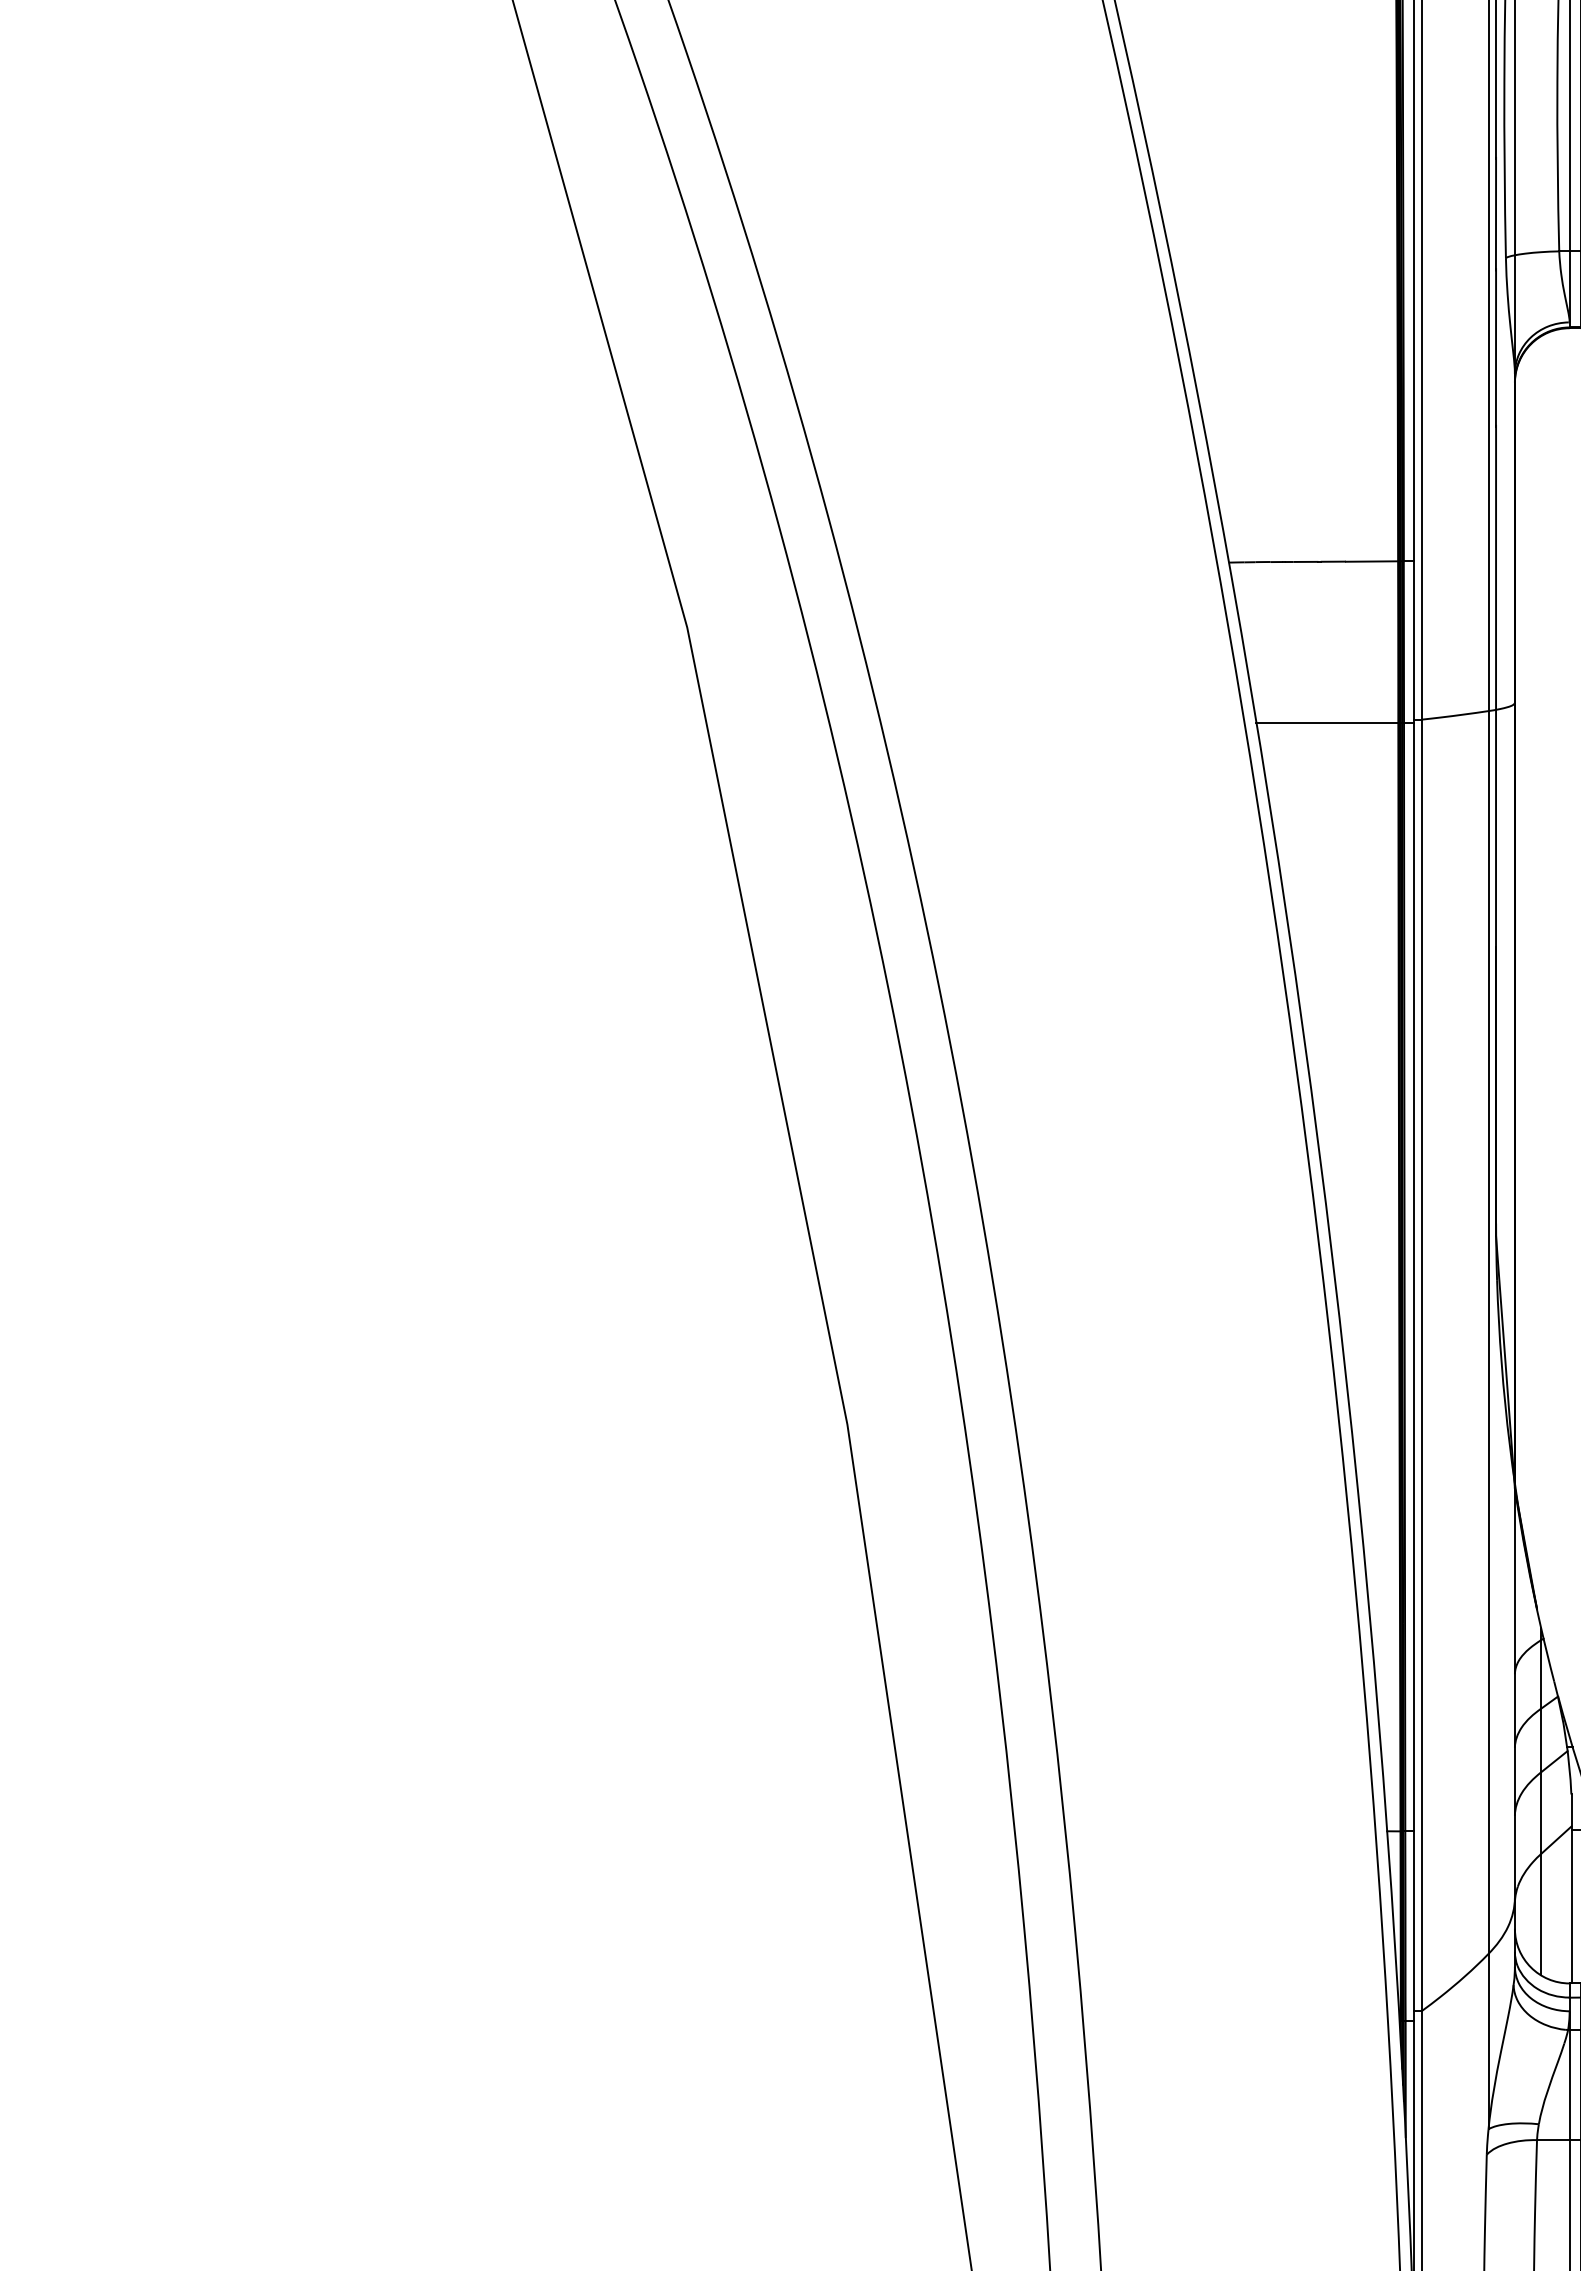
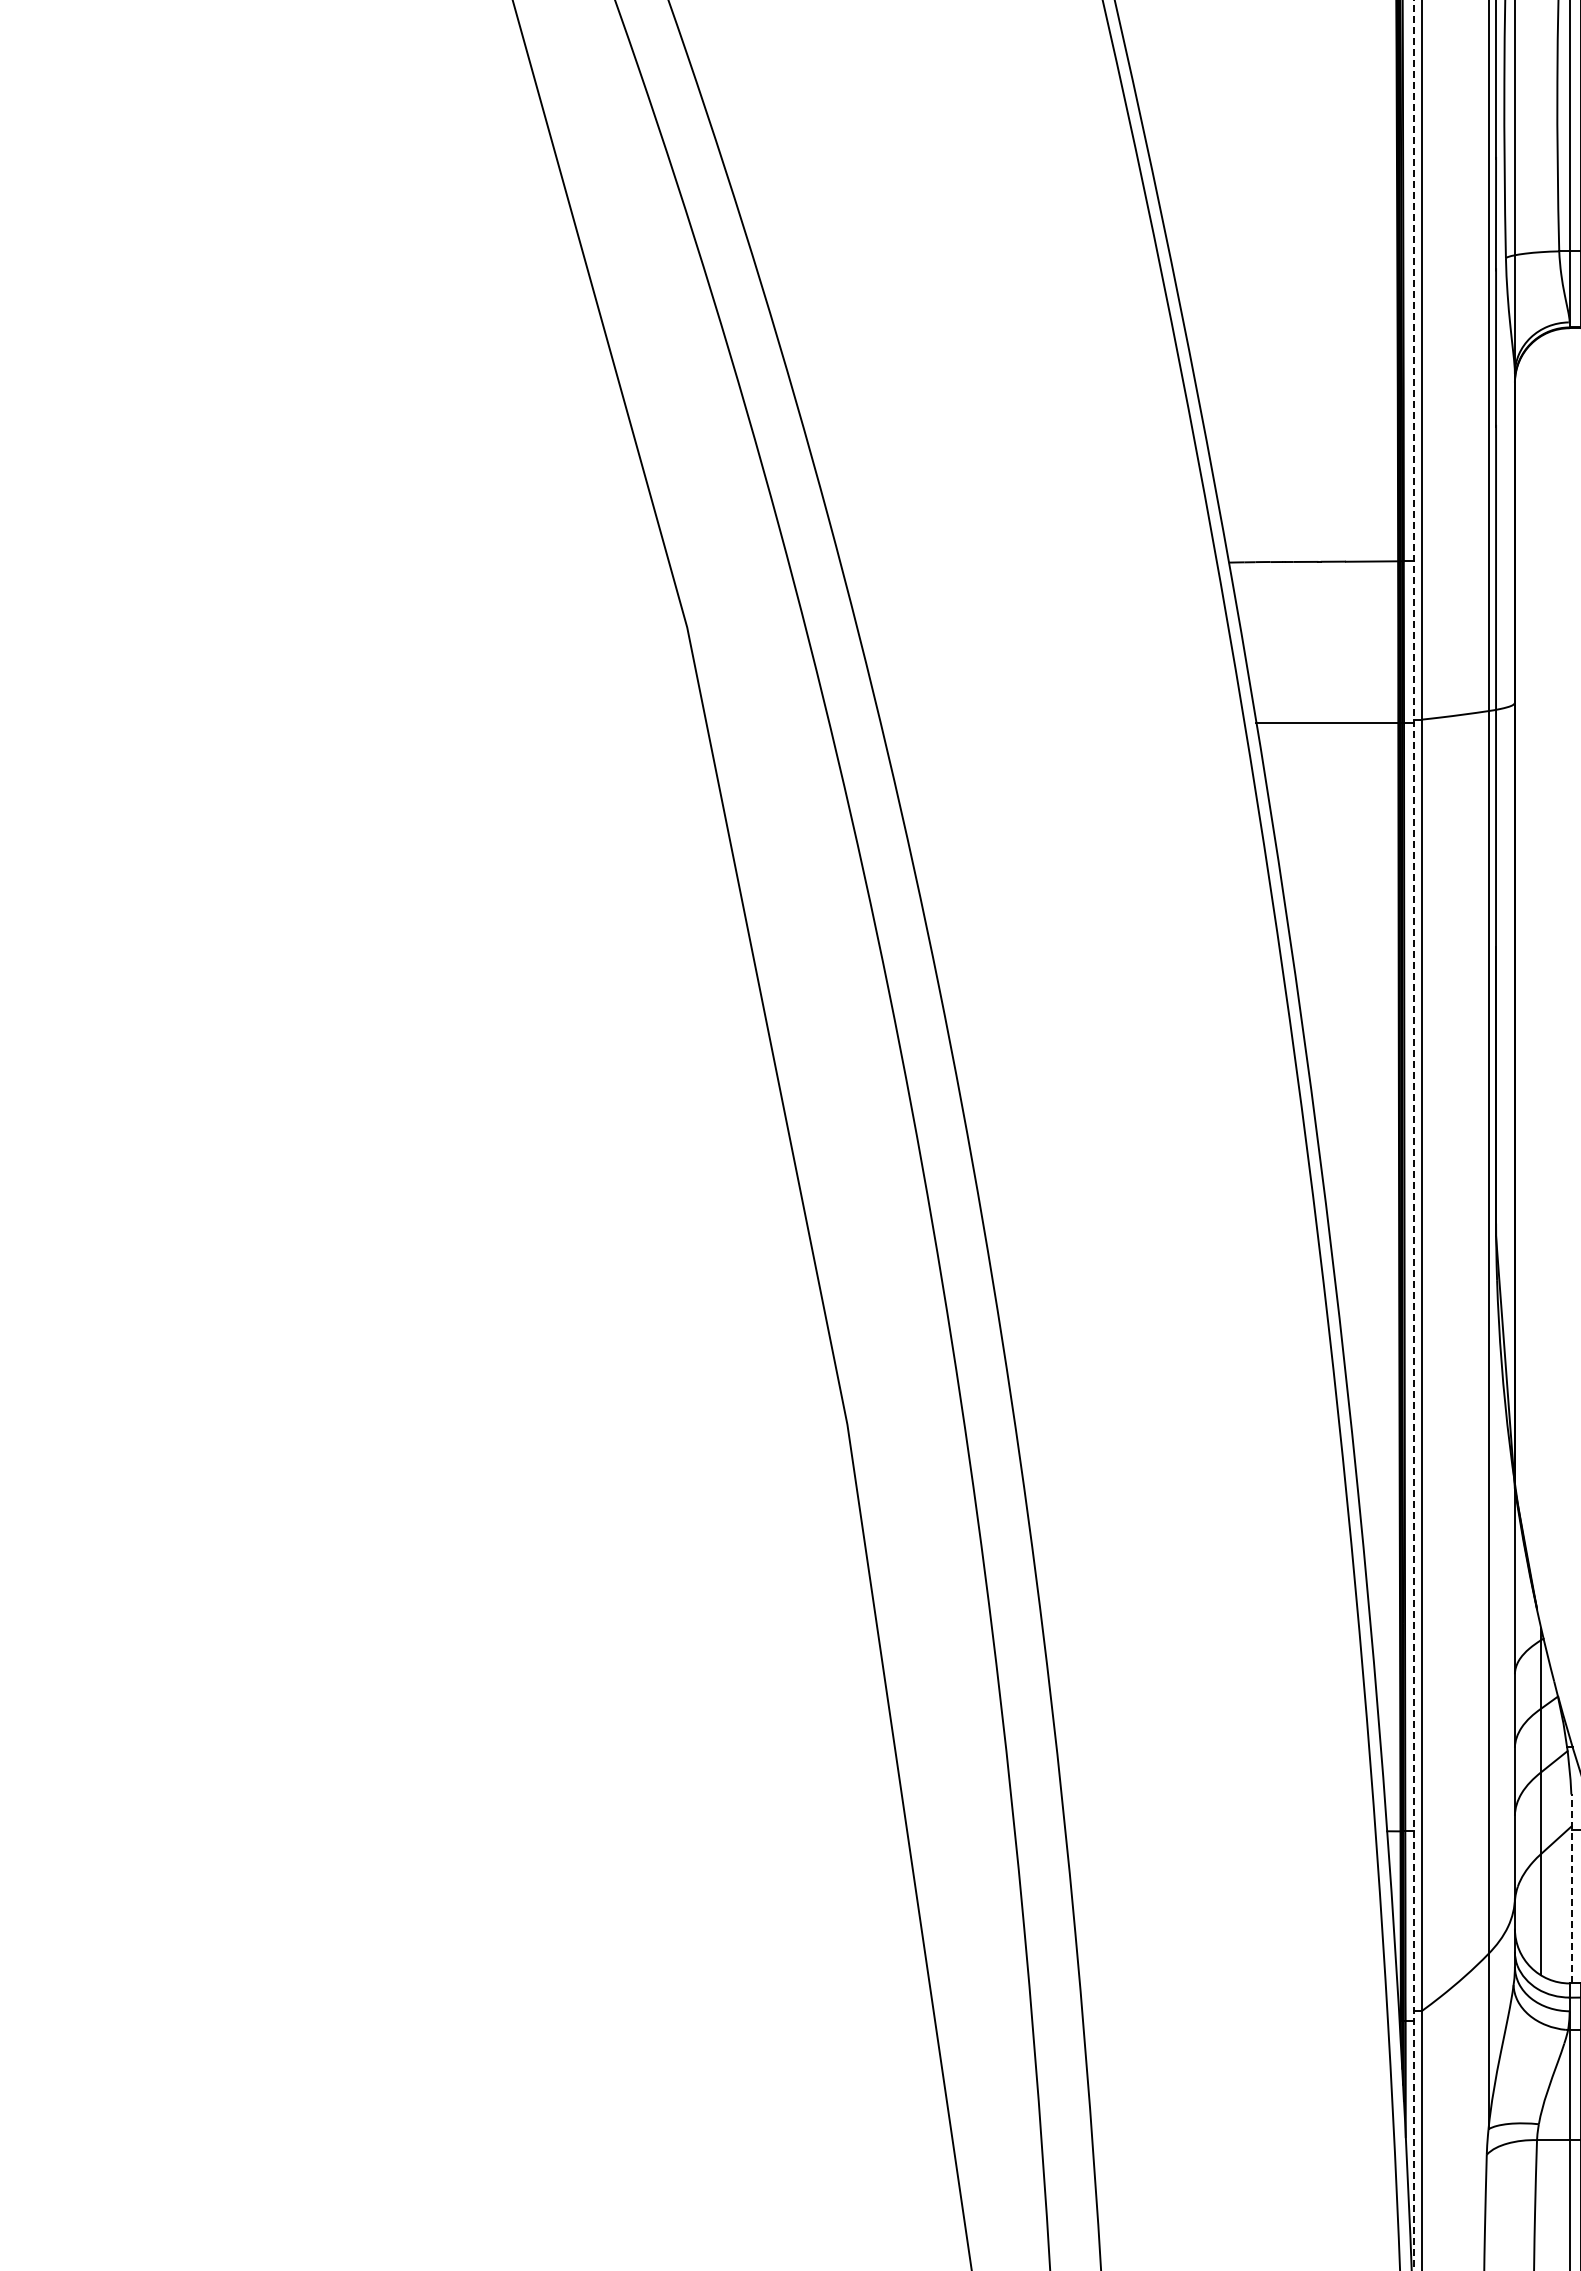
line at (1414, 1135): solid -> dashed
line at (1571, 1888): solid -> dashed
